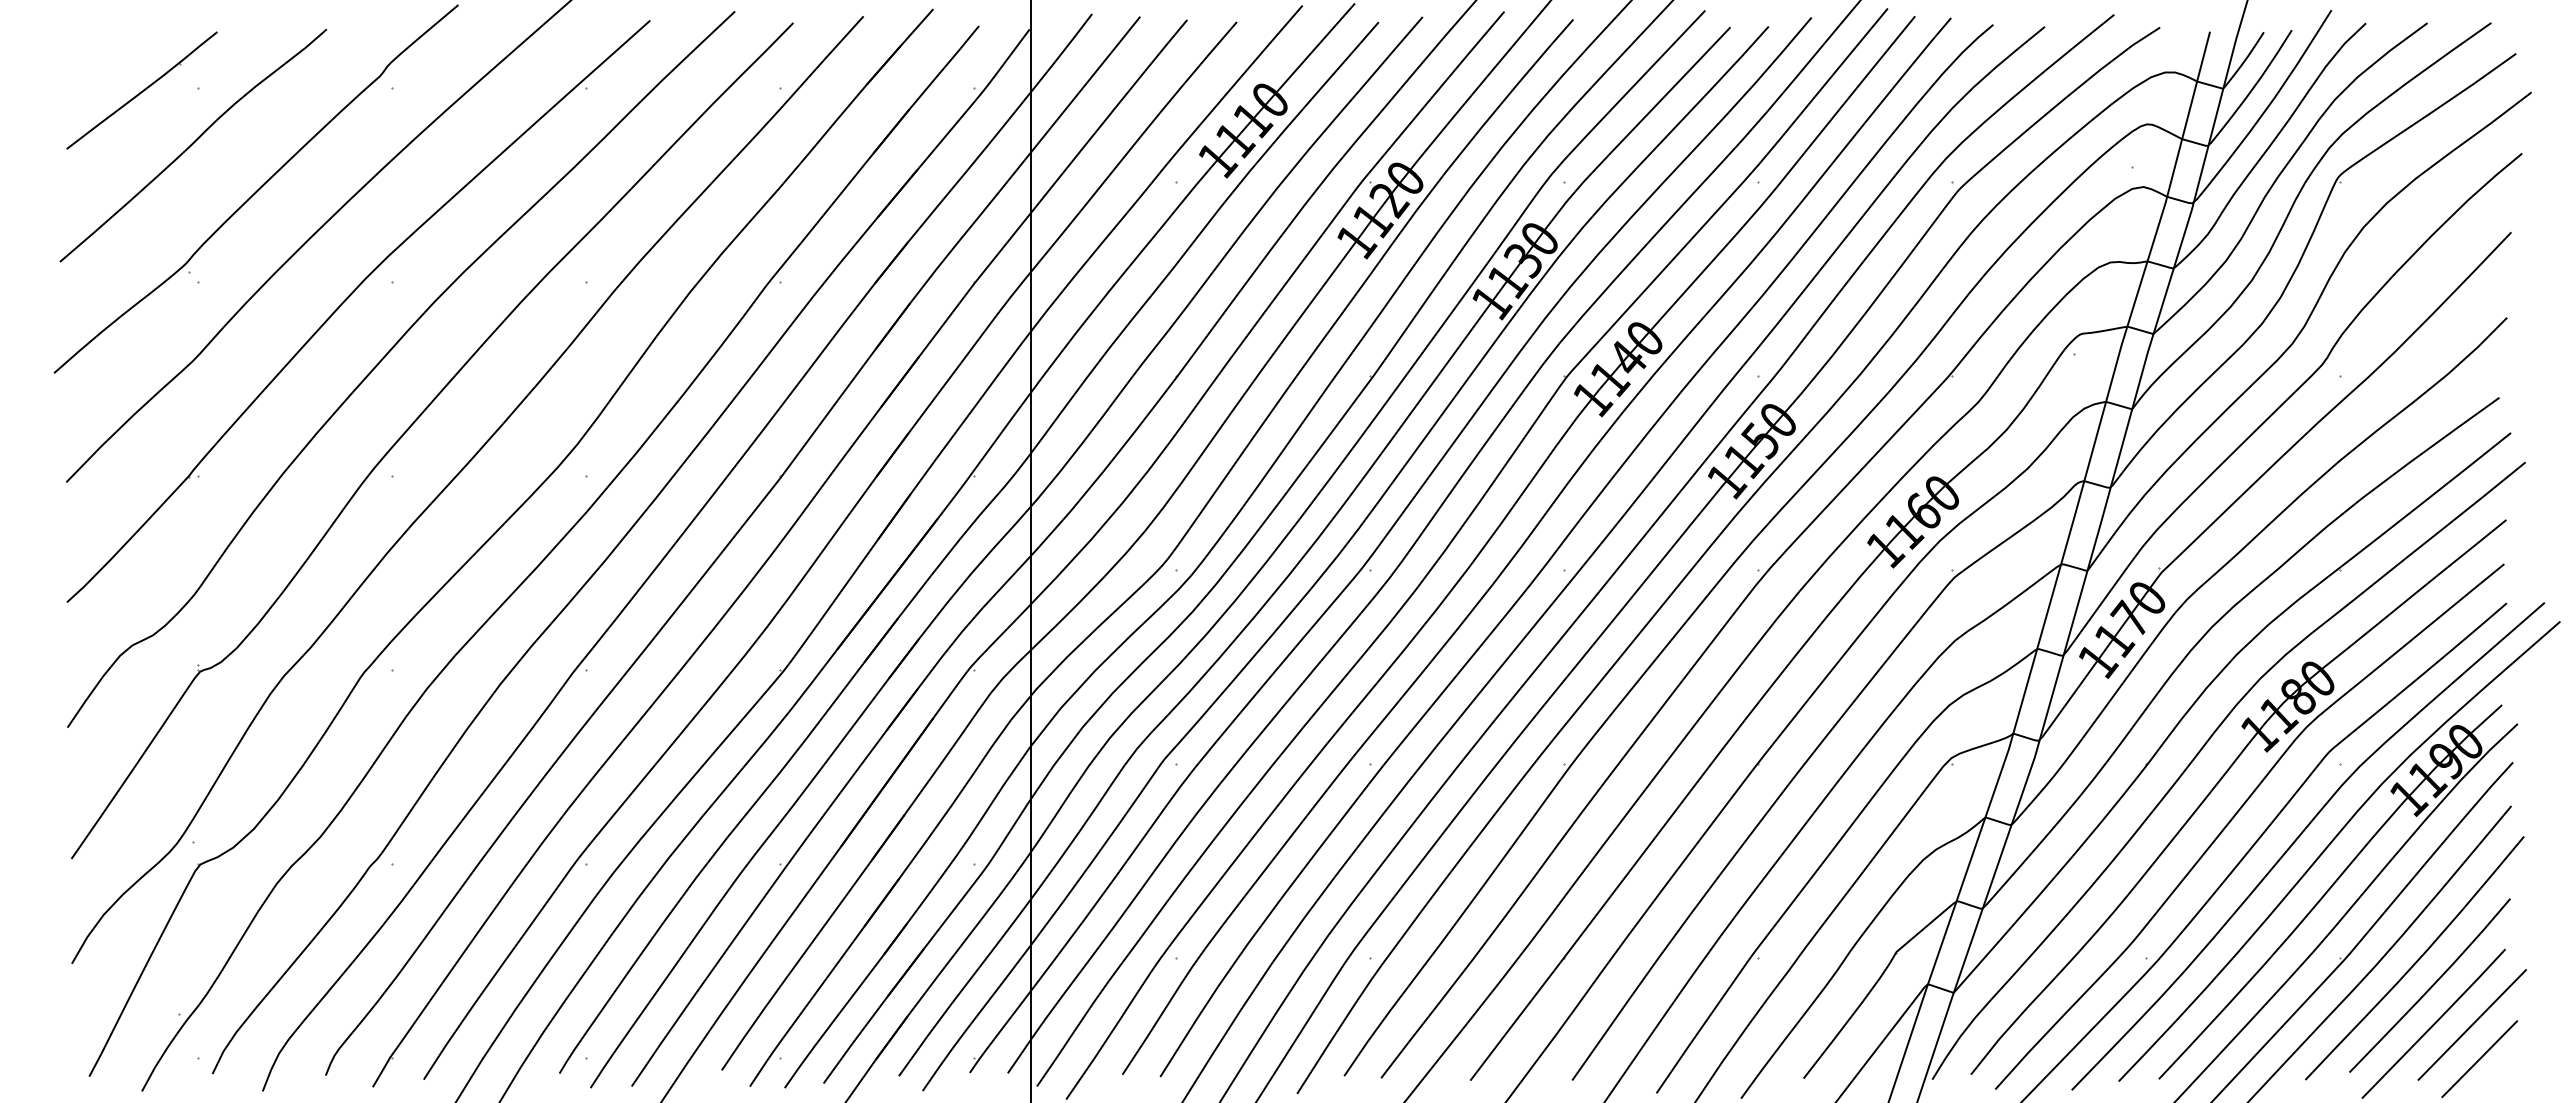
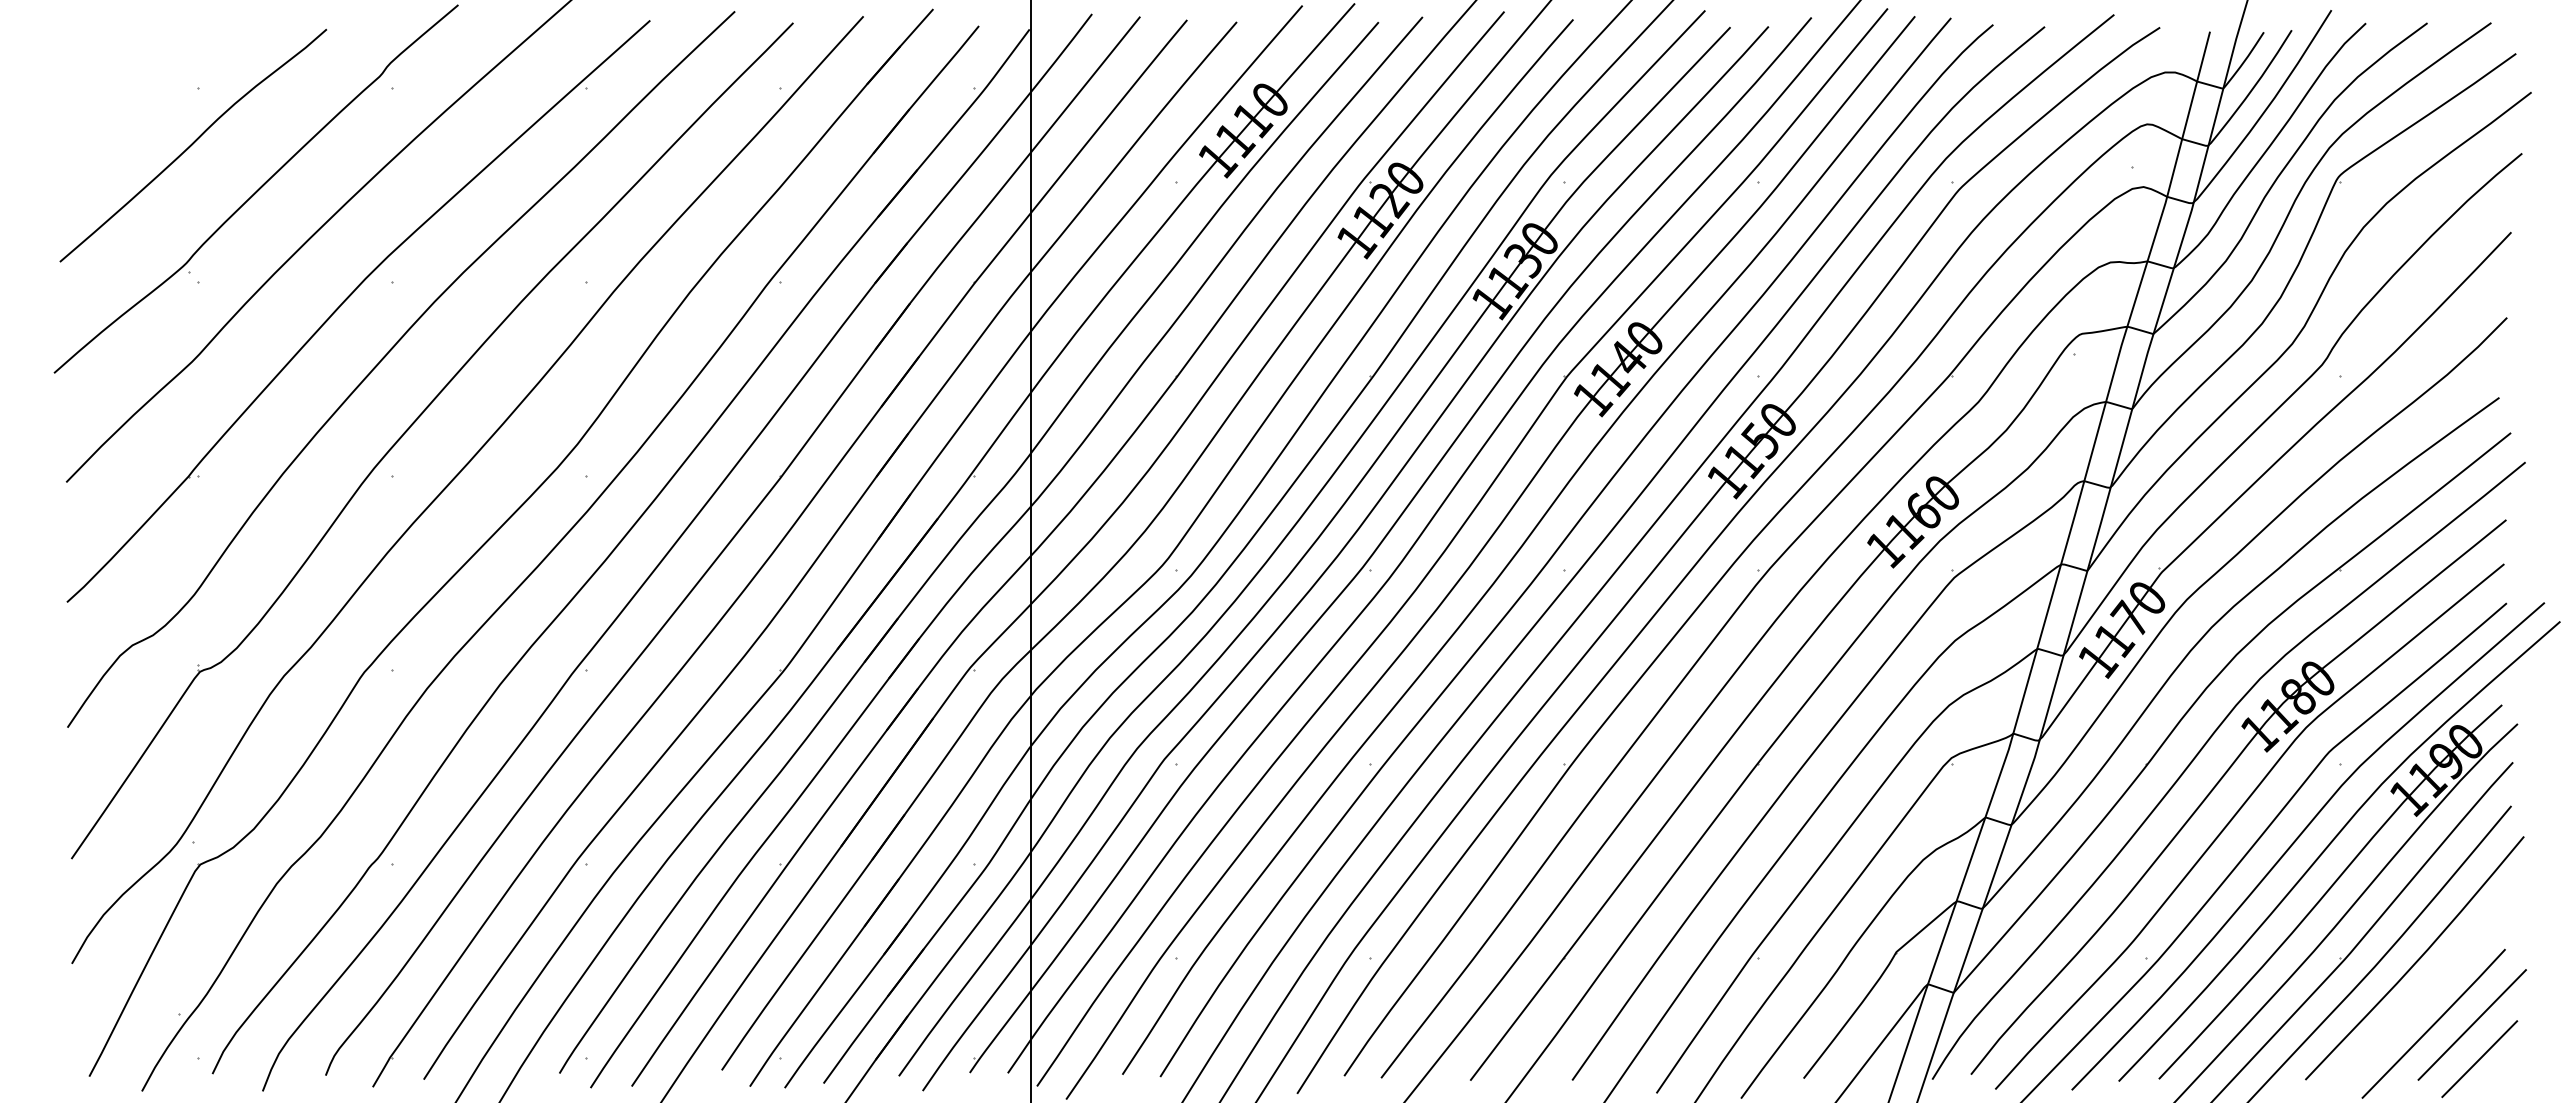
part at (141, 90): present -> none
curve at (2430, 986): present -> none
